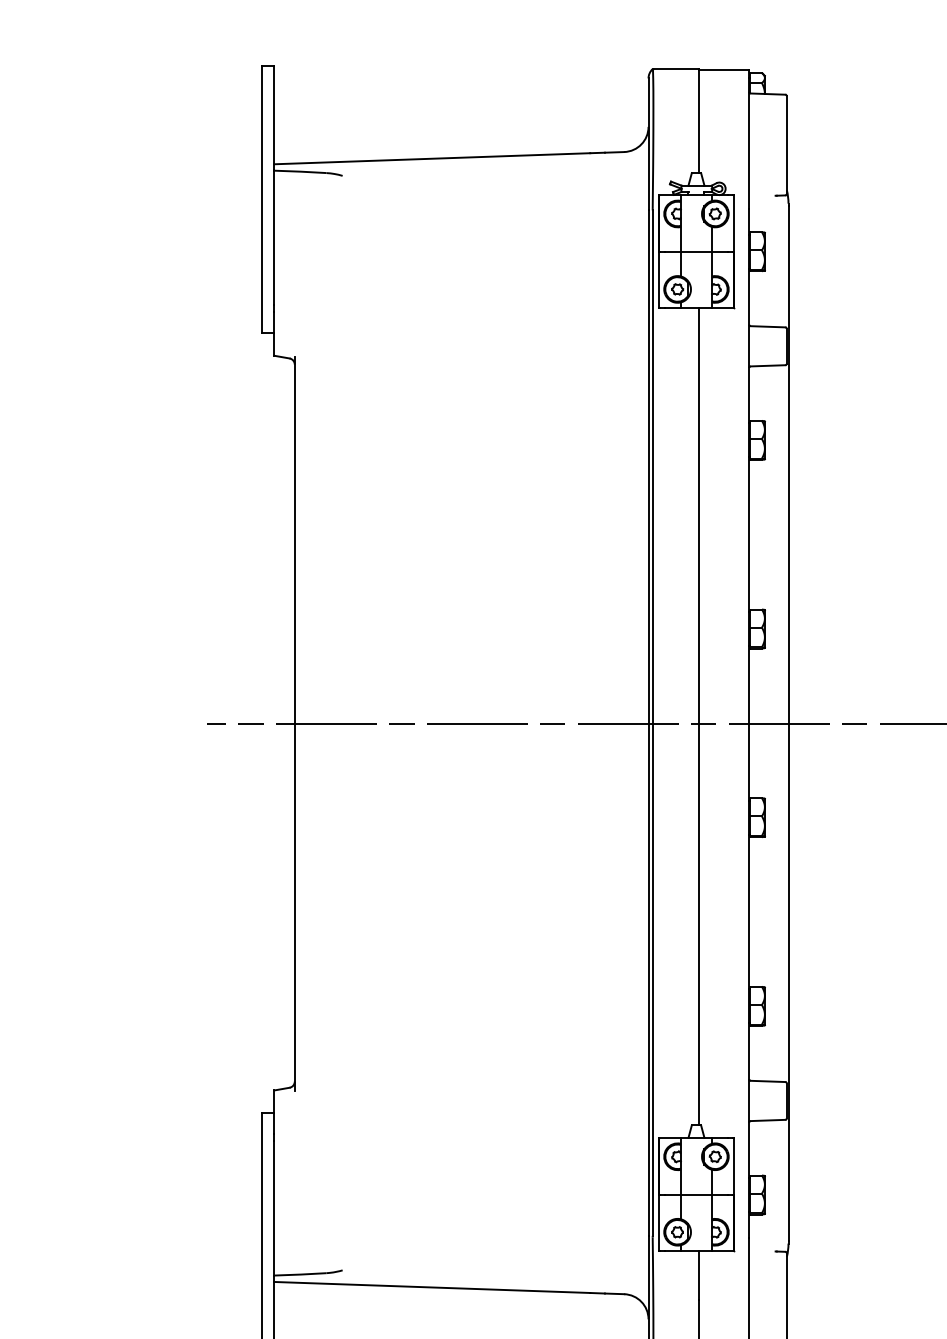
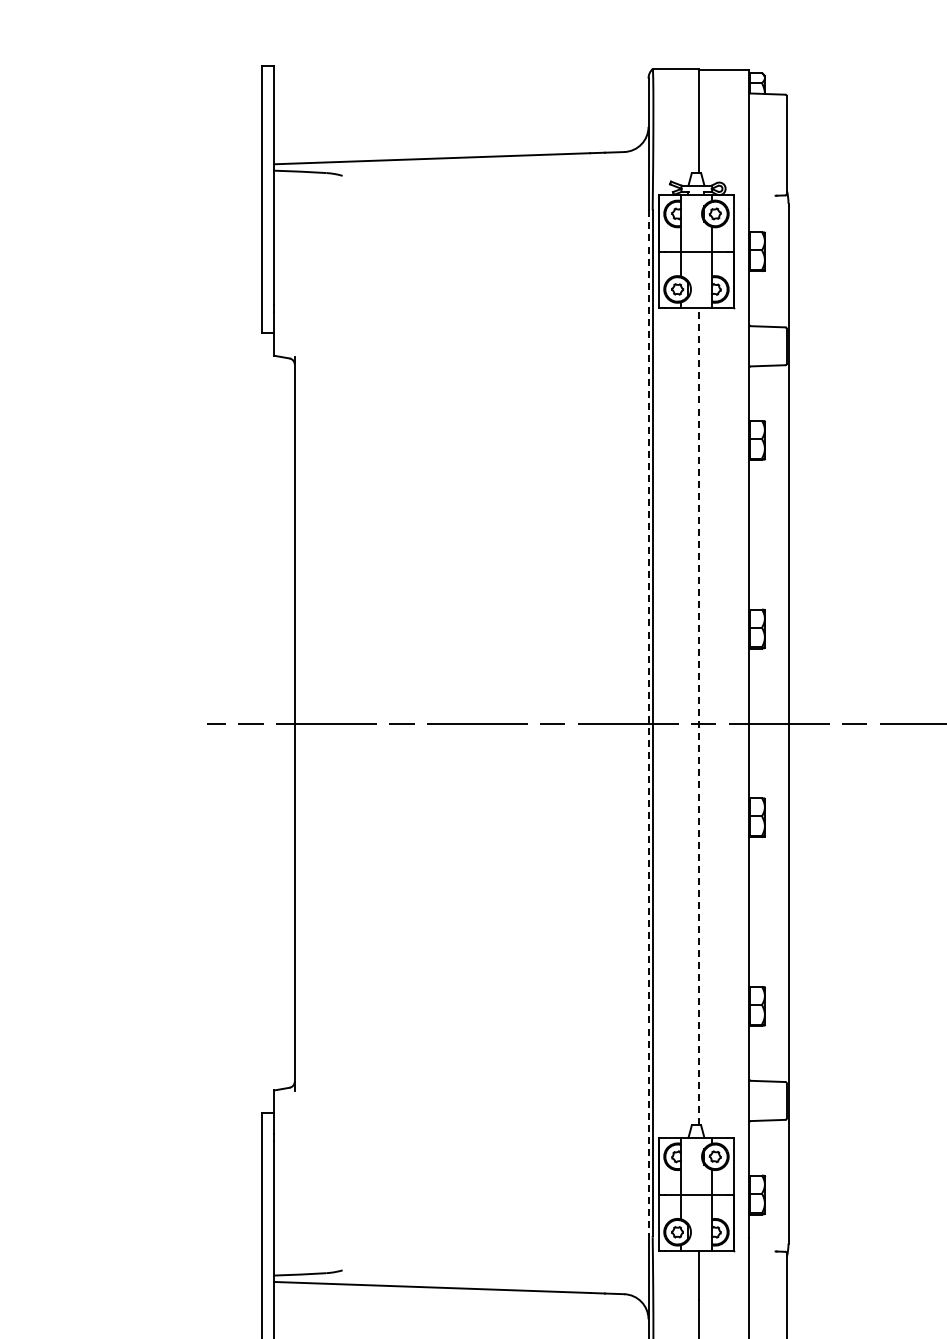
line at (698, 716): solid -> dashed
line at (648, 723): solid -> dashed
